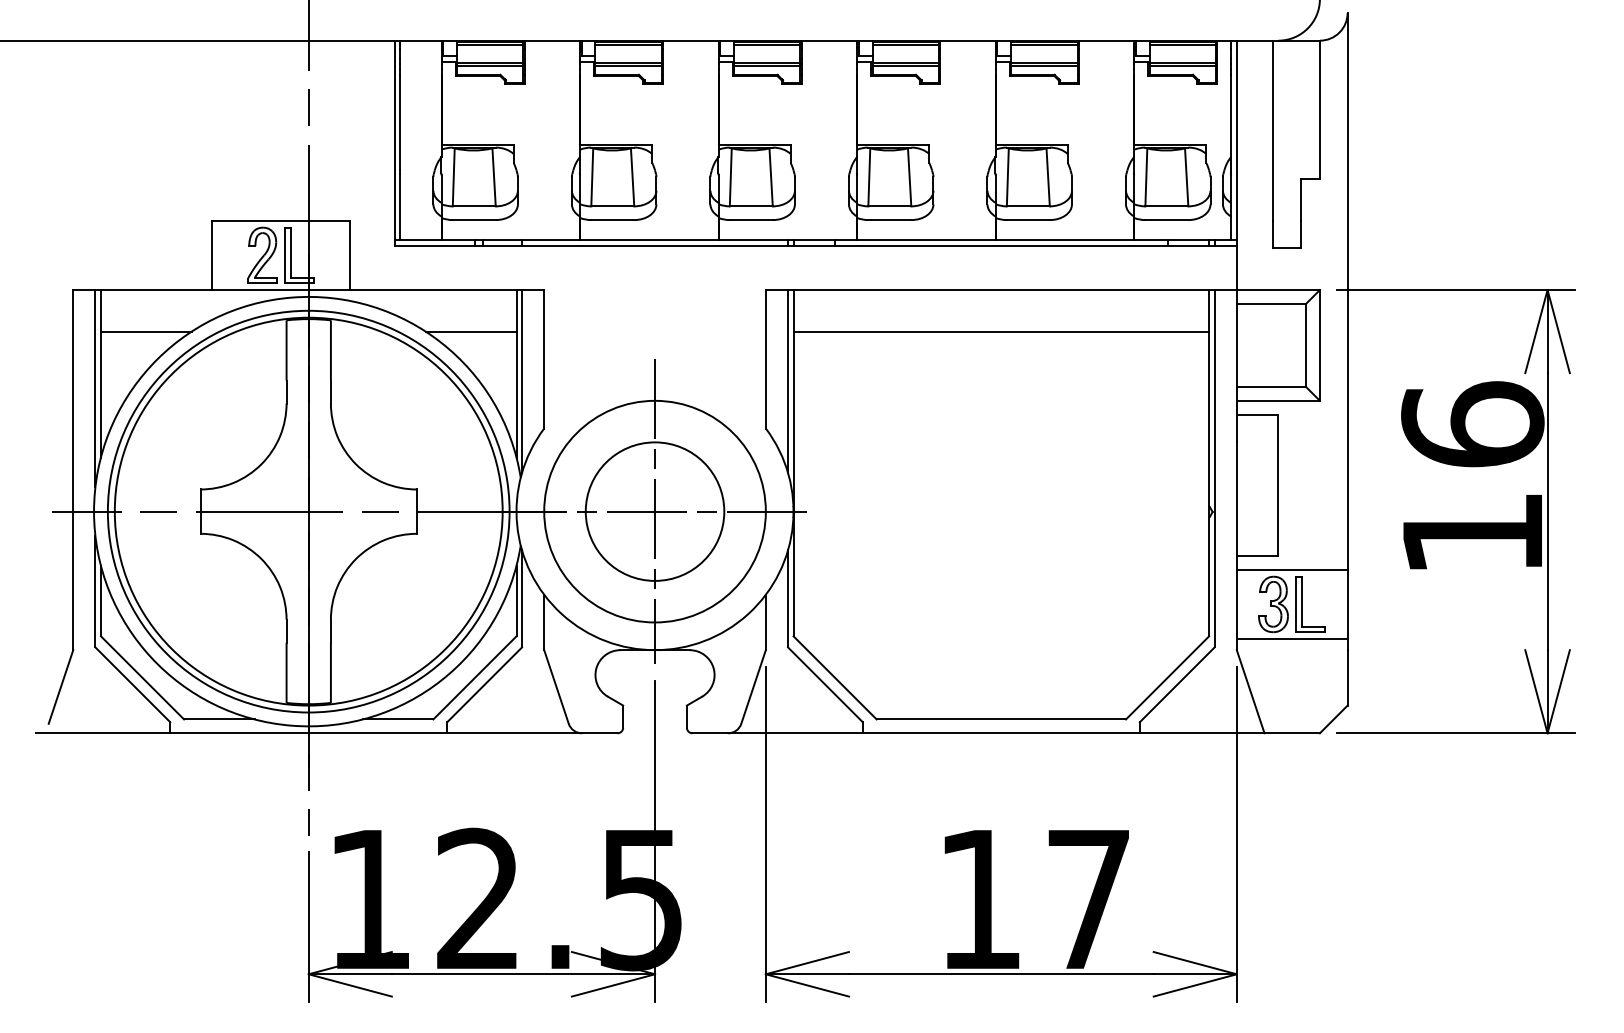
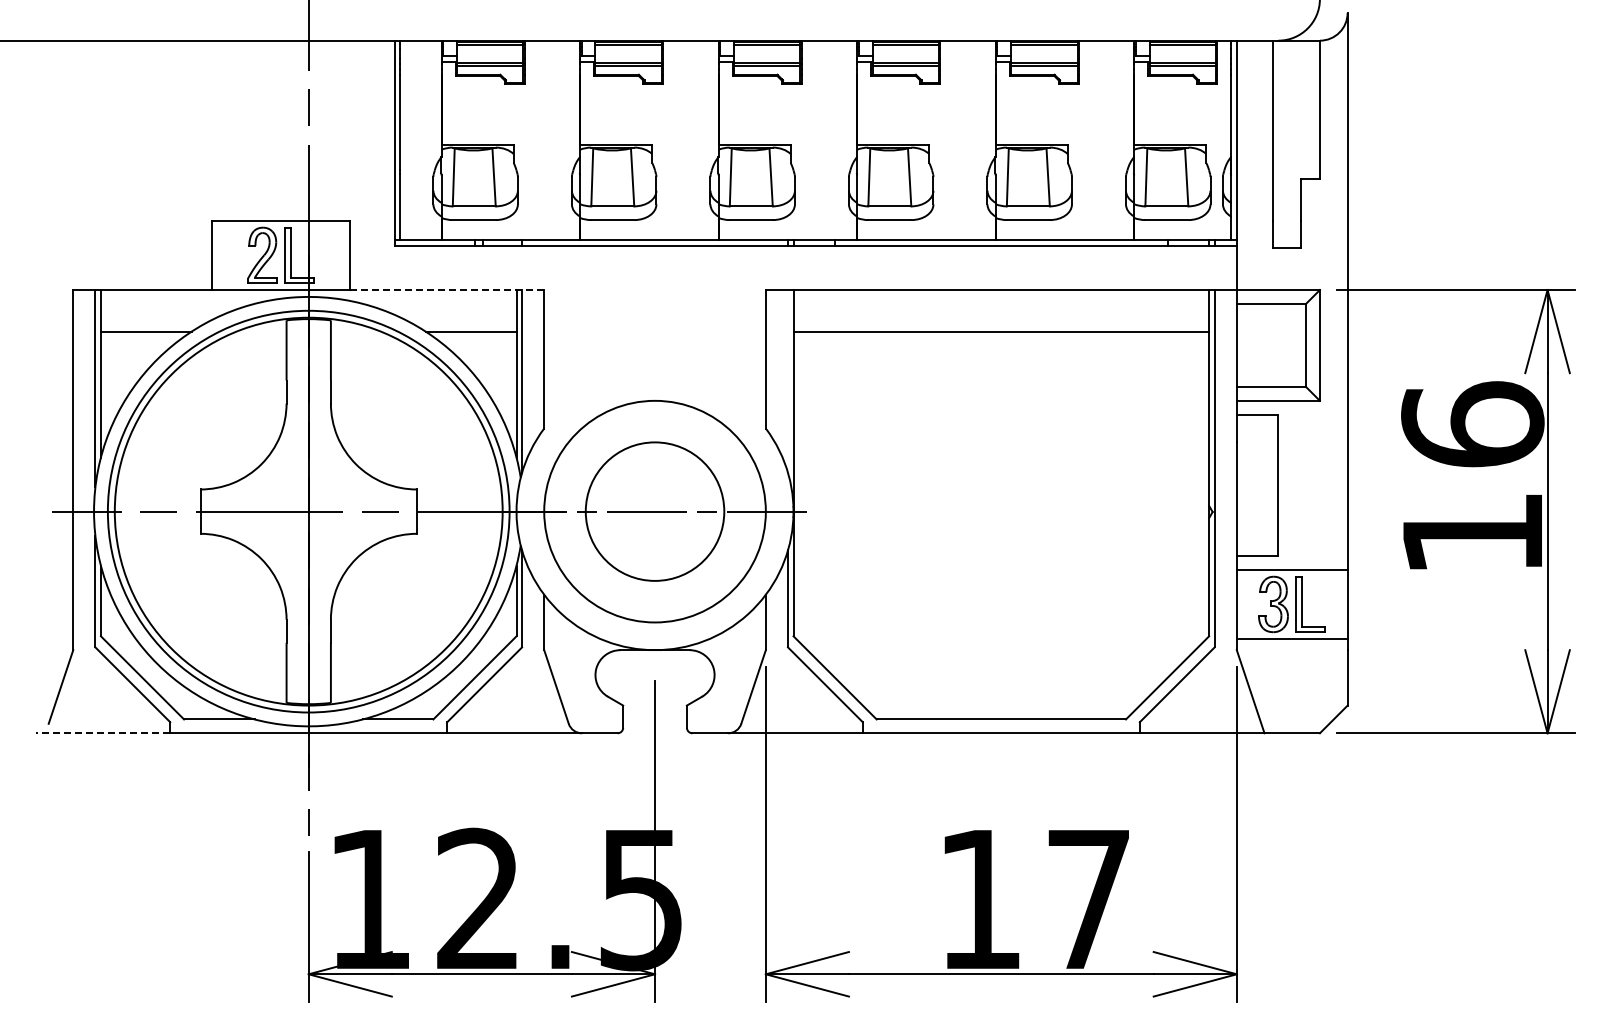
line at (447, 290): solid -> dashed
line at (788, 381): present -> none
line at (655, 511): present -> none
line at (102, 733): solid -> dashed
